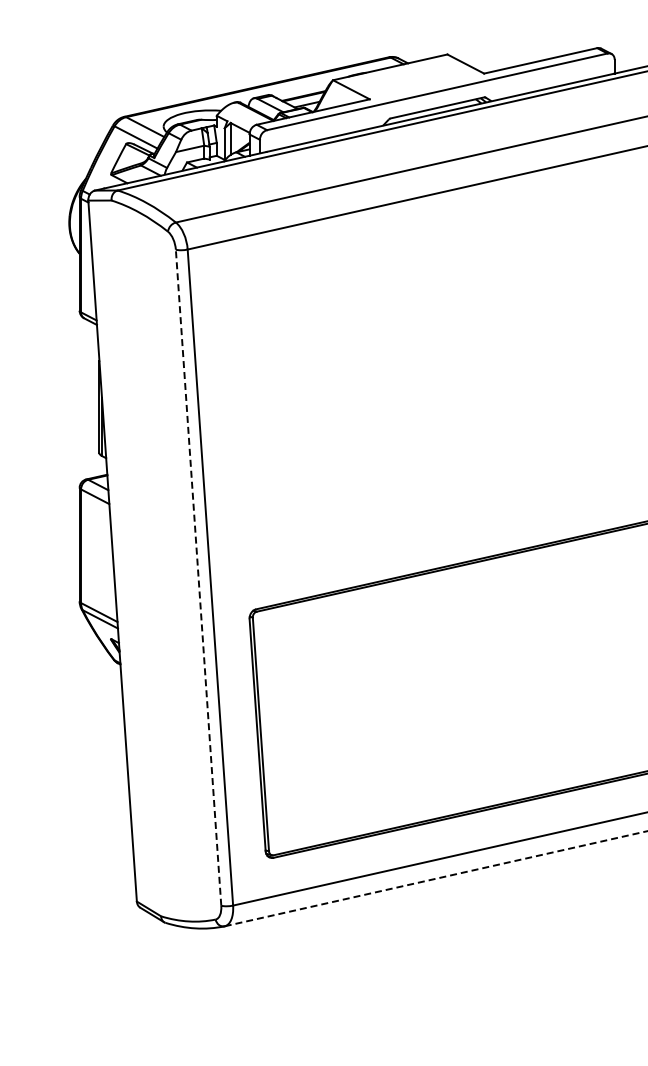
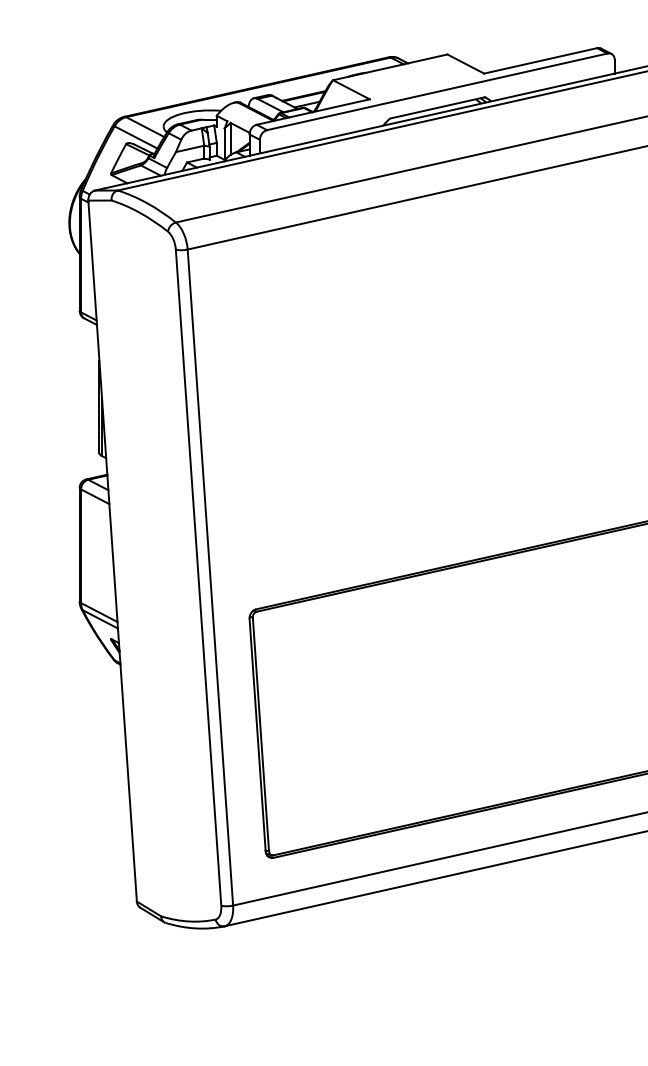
line at (198, 577): dashed -> solid
line at (436, 878): dashed -> solid
